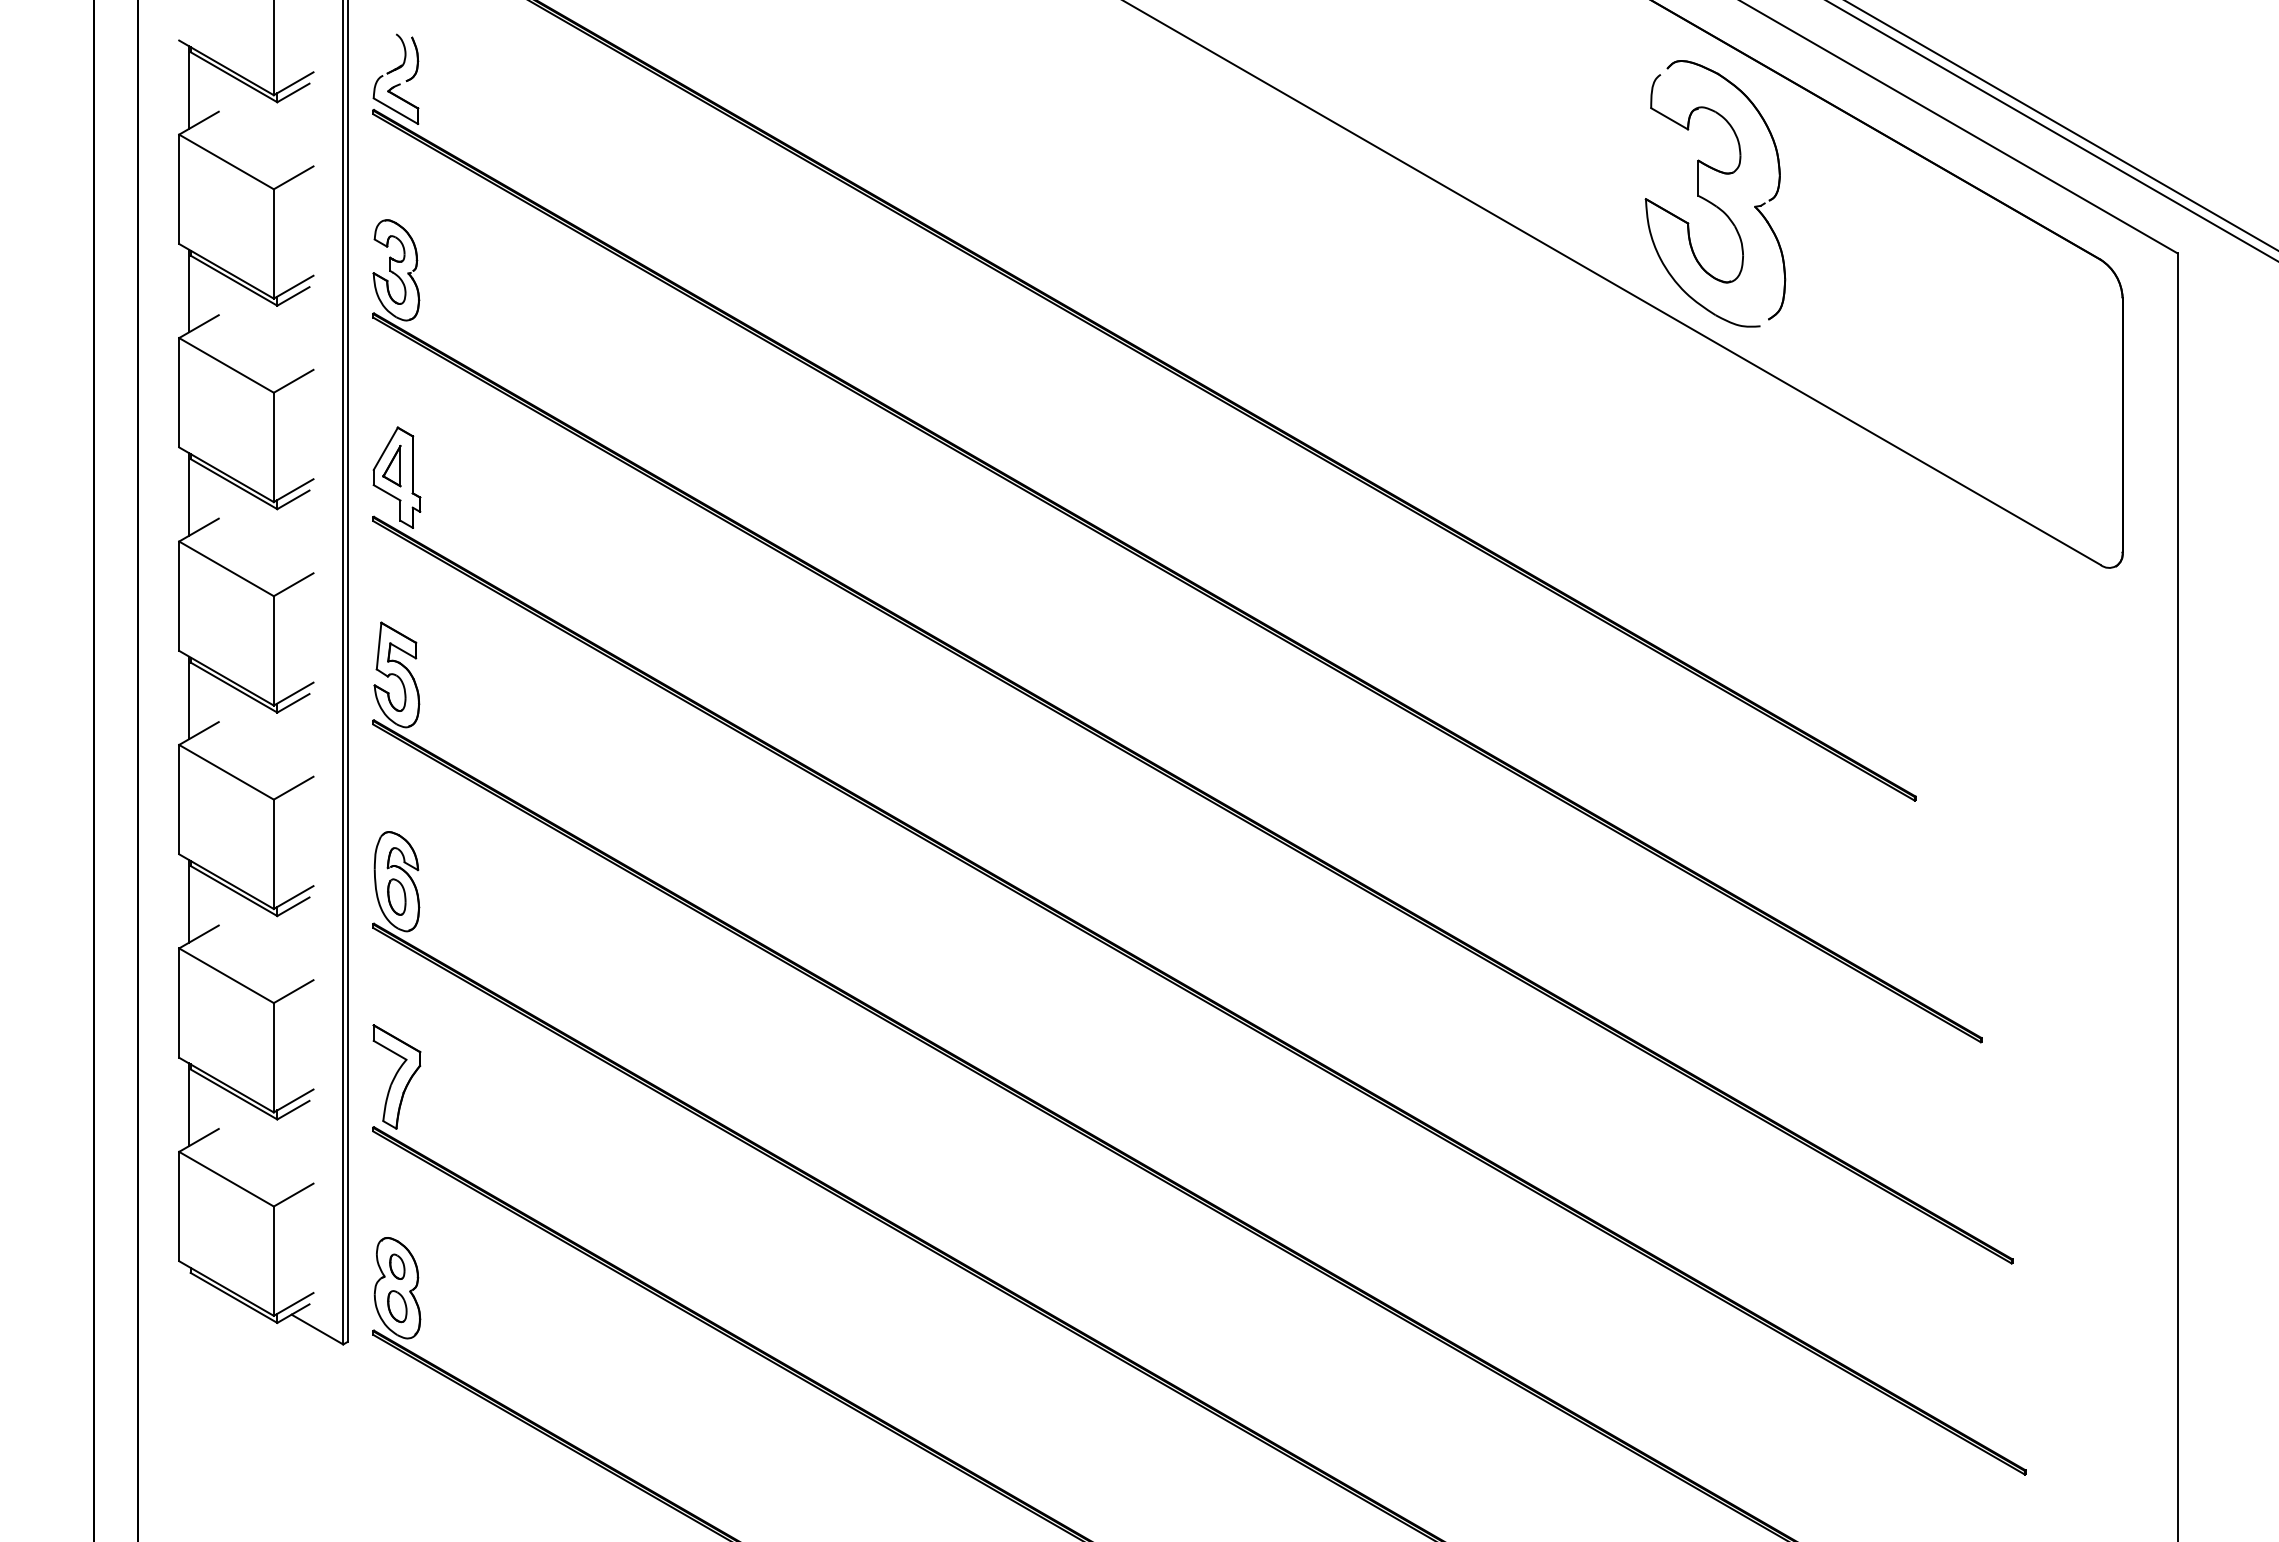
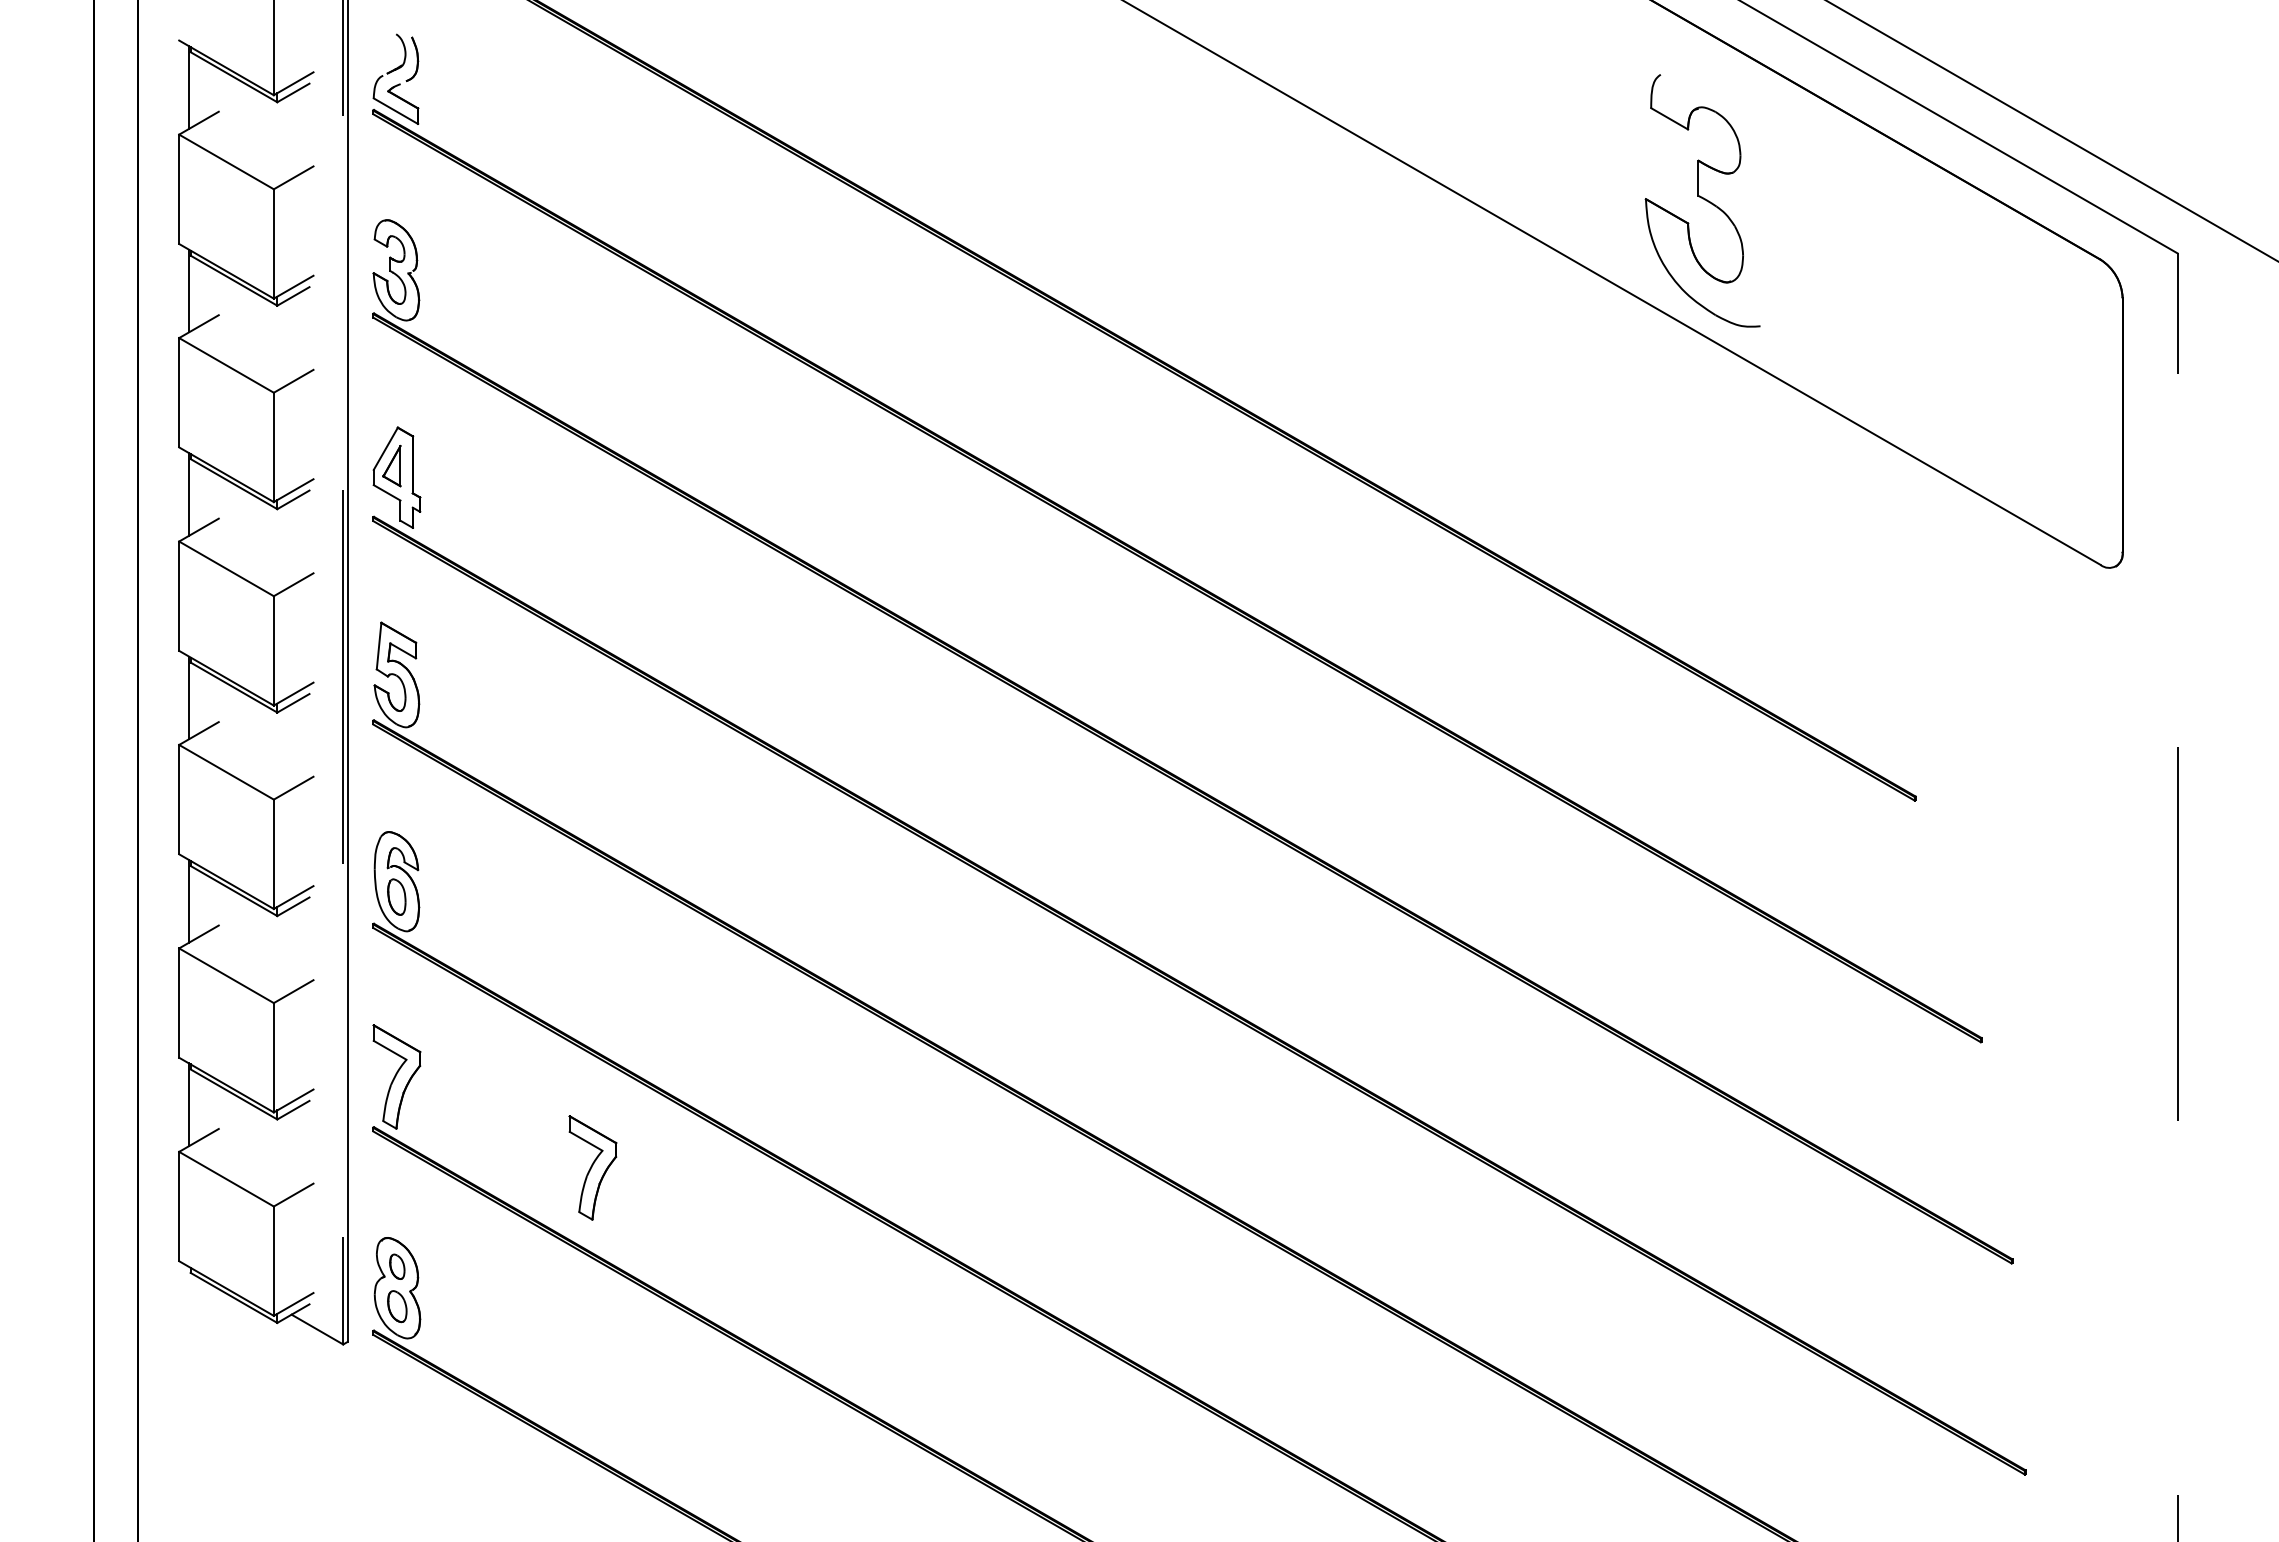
line at (2061, 125): present -> none
part at (1754, 206): present -> none
line at (343, 672): solid -> dashed
line at (2177, 897): solid -> dashed
part at (592, 1167): none -> present
